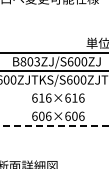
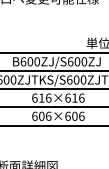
text at (30, 61): B803ZJ/S600ZJ -> B600ZJ/S600ZJ
line at (53, 89): none -> present
line at (53, 107): none -> present
line at (54, 125): dashed -> solid
